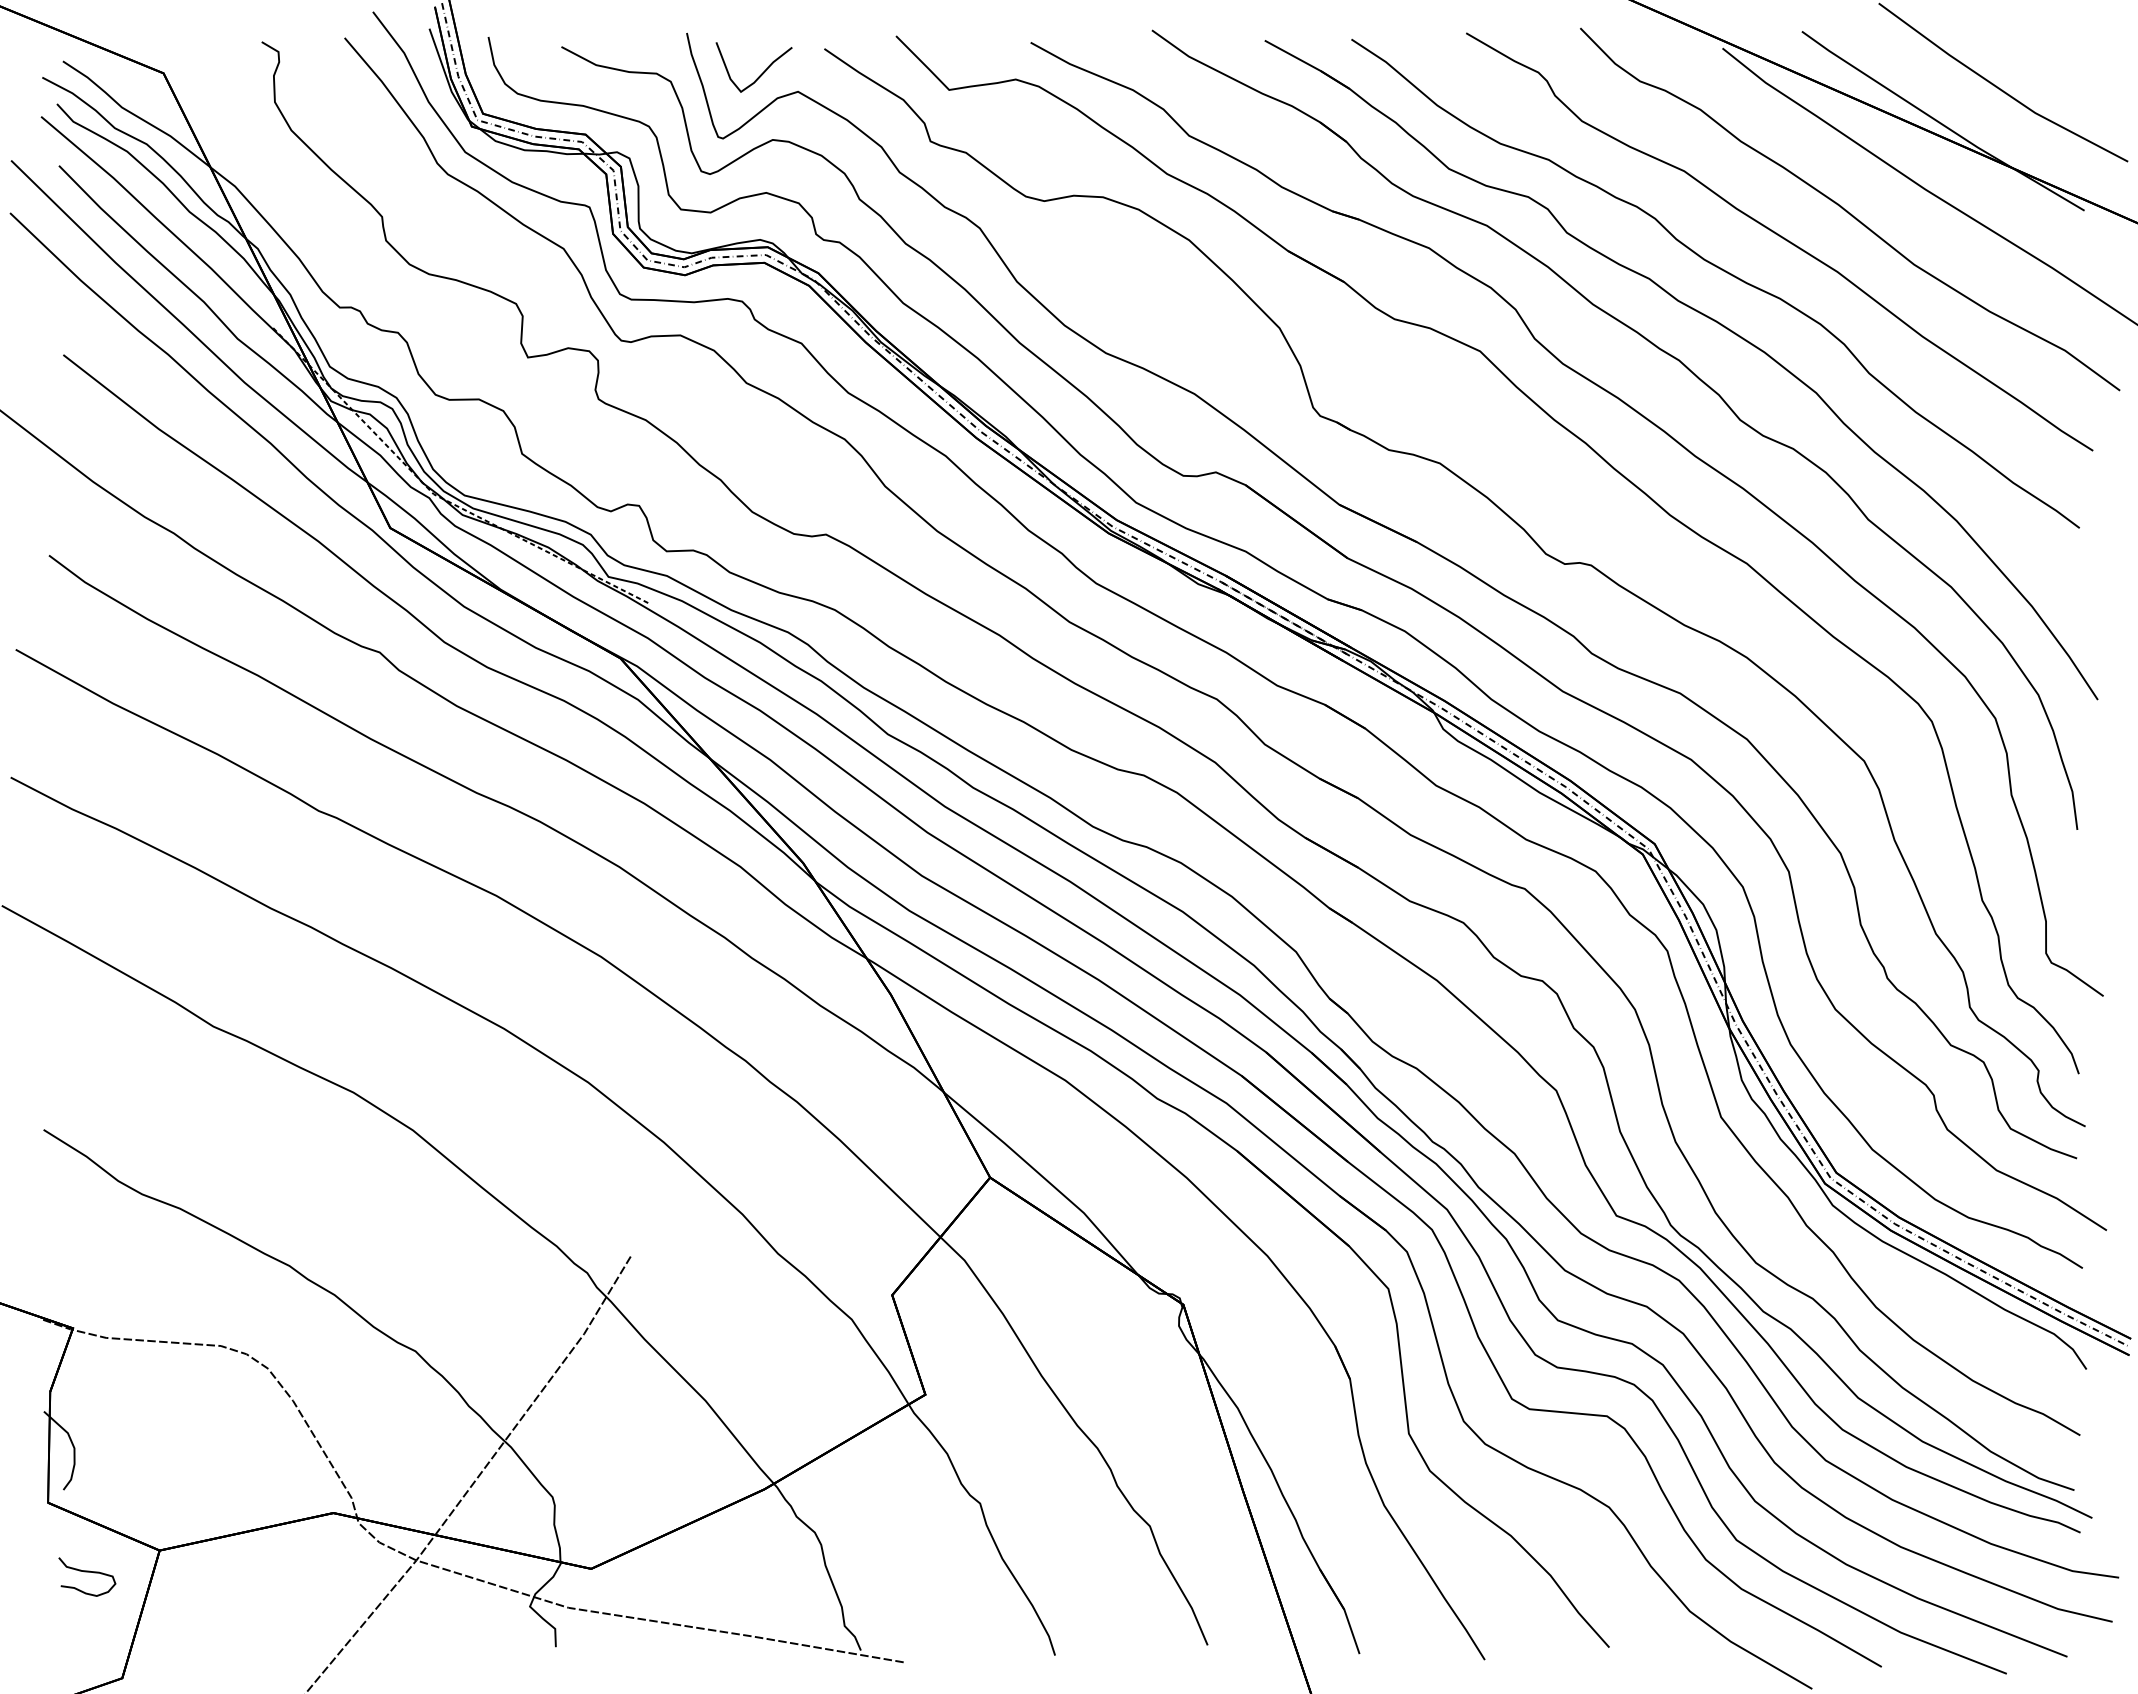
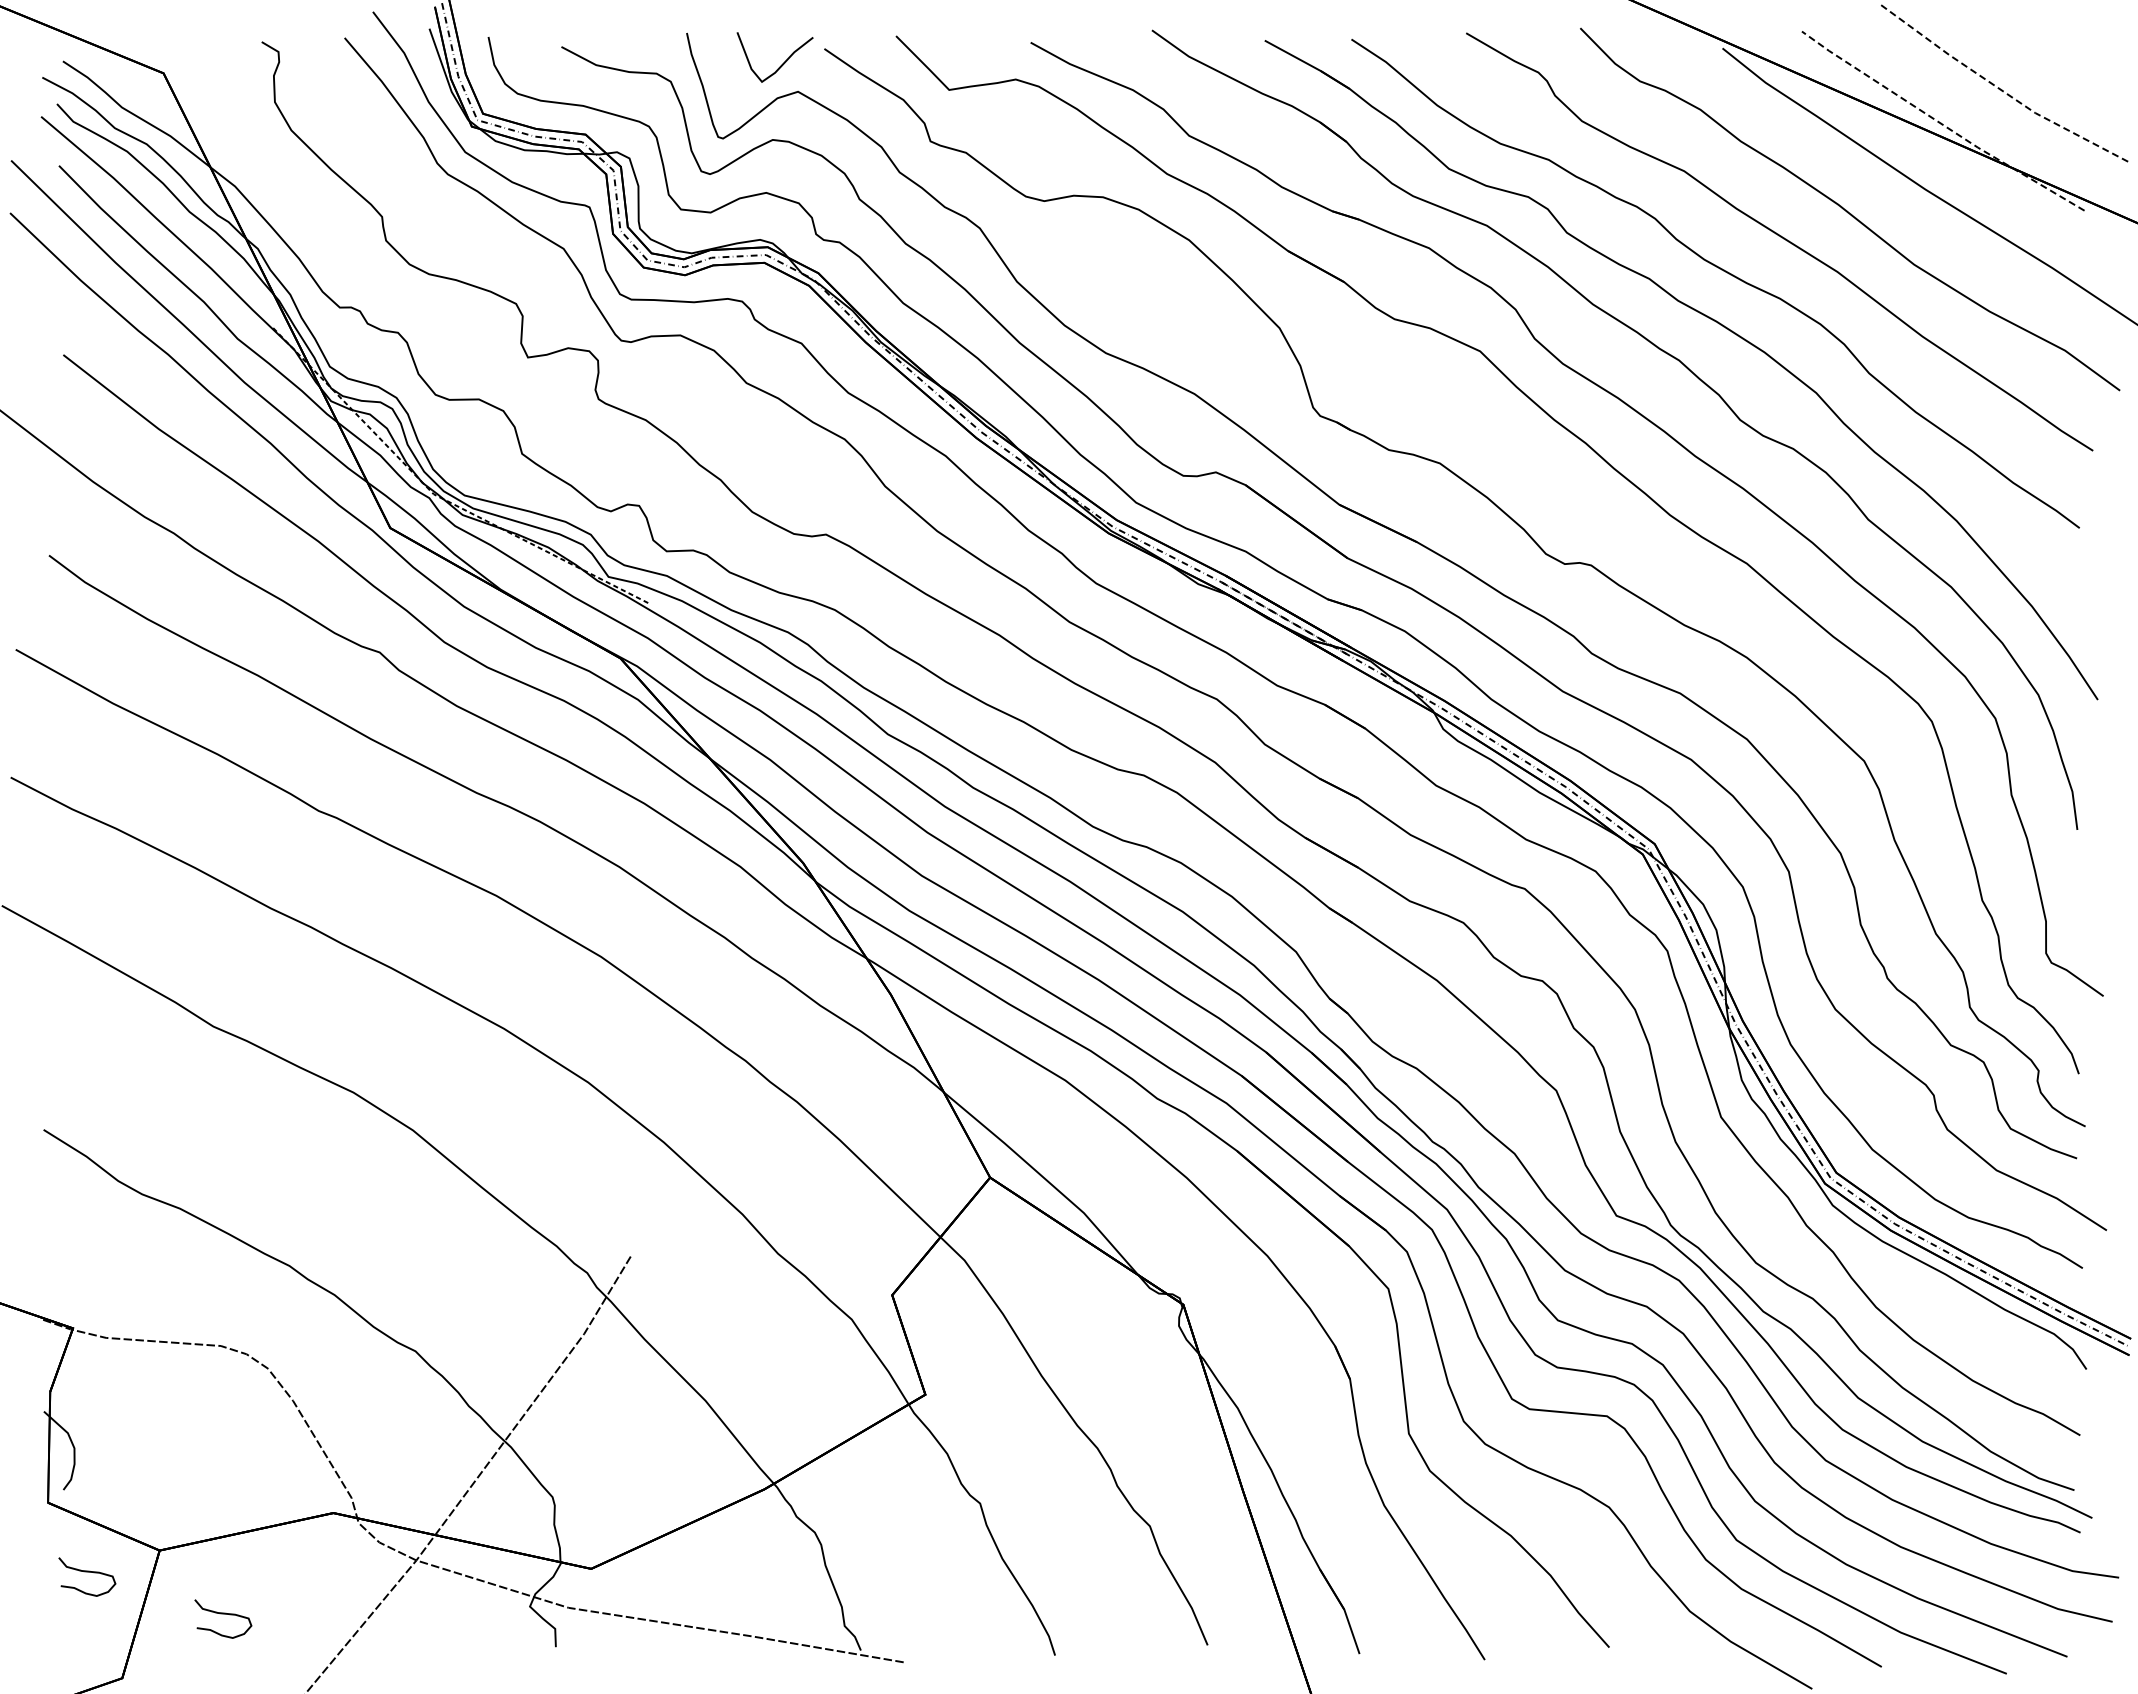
curve at (760, 74) position: (760, 74) -> (781, 64)
line at (1998, 88): solid -> dashed
line at (1941, 123): solid -> dashed
curve at (223, 1614): none -> present
